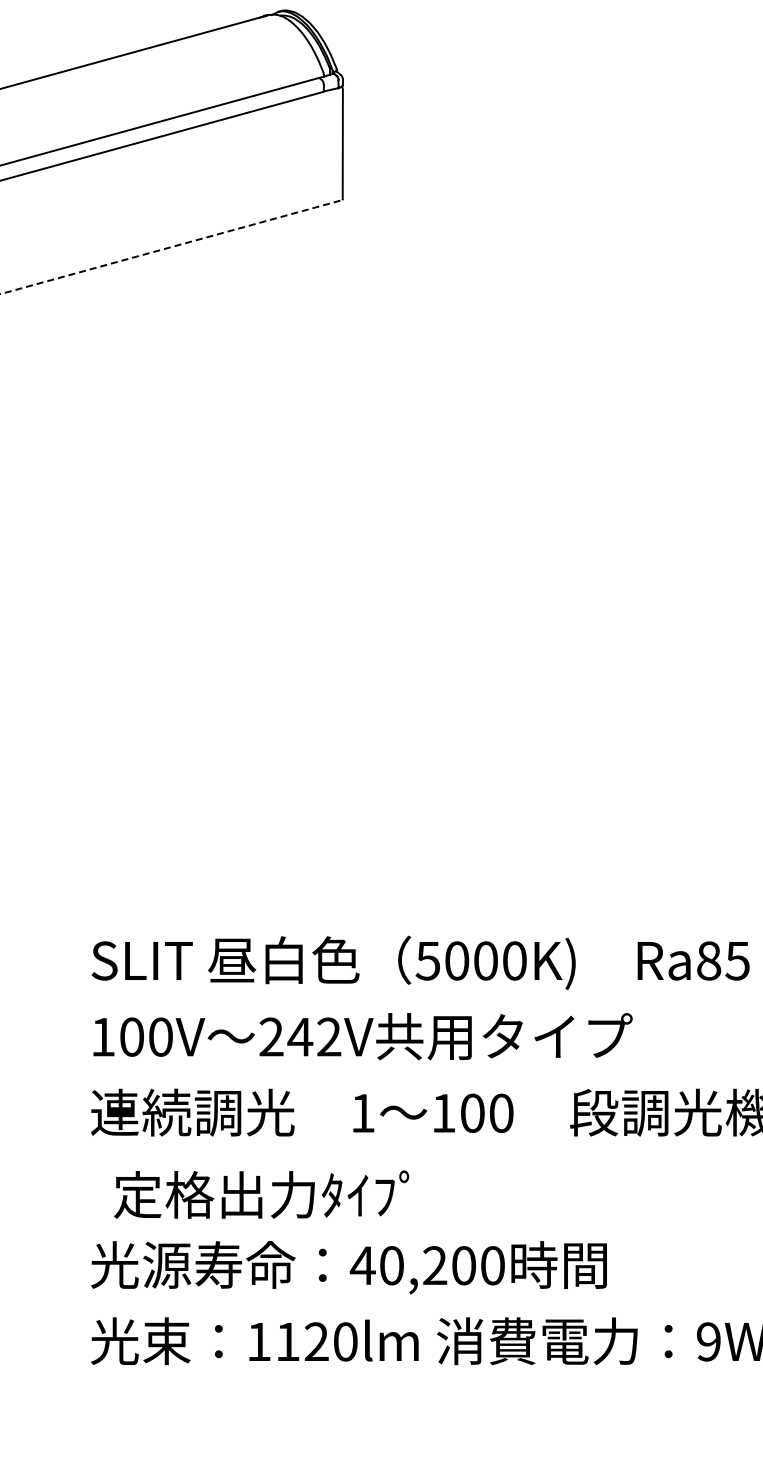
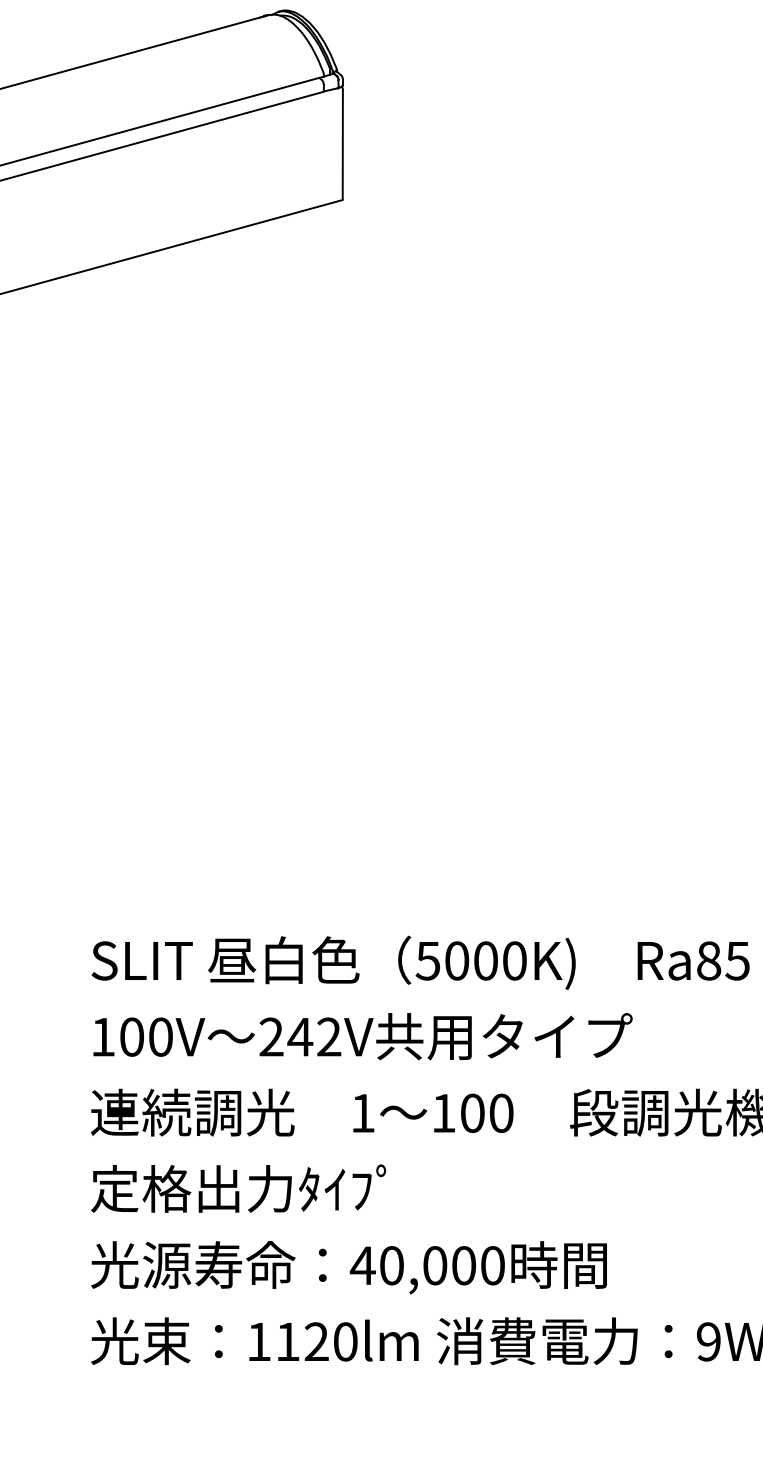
line at (171, 247): dashed -> solid
text at (261, 1194) position: (261, 1194) -> (238, 1188)
text at (435, 1265): 40,200 -> 40,000
